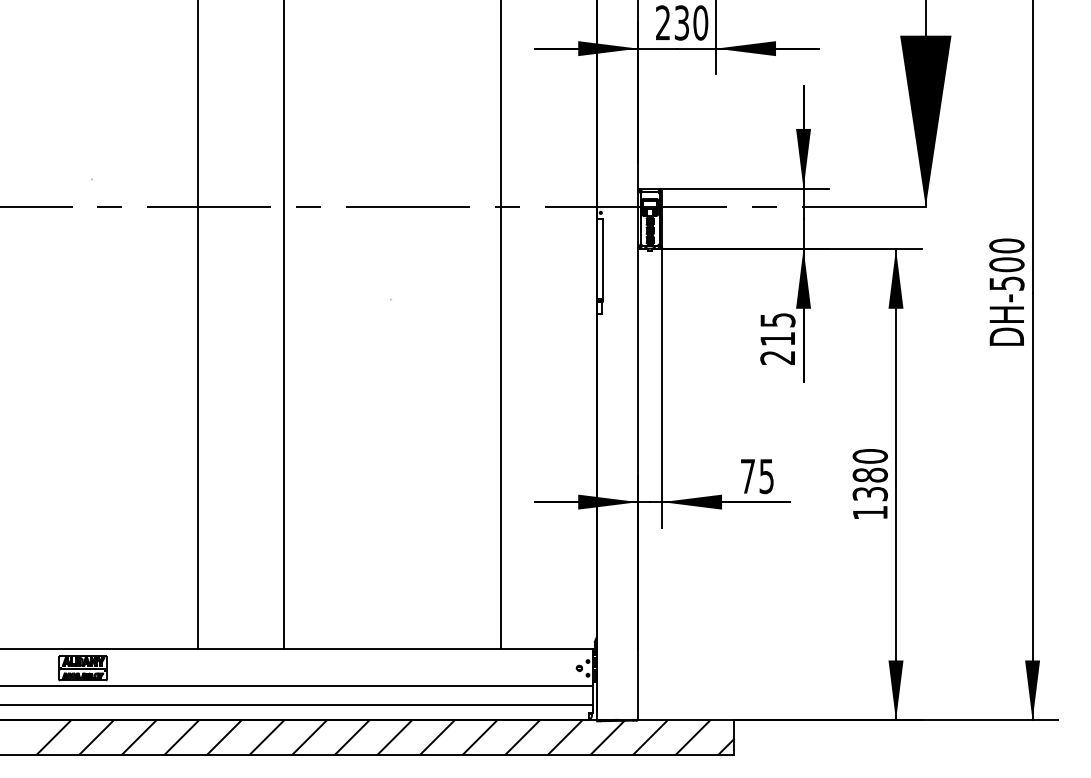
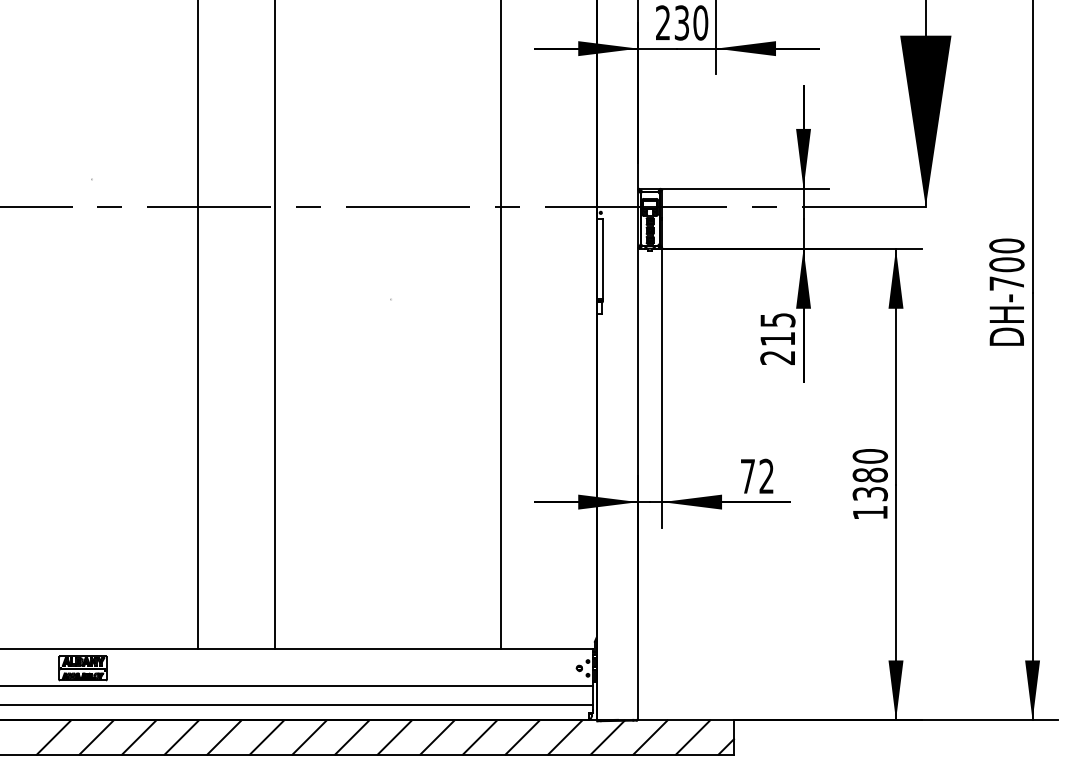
text at (1006, 283): DH-500 -> DH-700
line at (283, 325) position: (283, 325) -> (274, 325)
text at (766, 476): 75 -> 72
